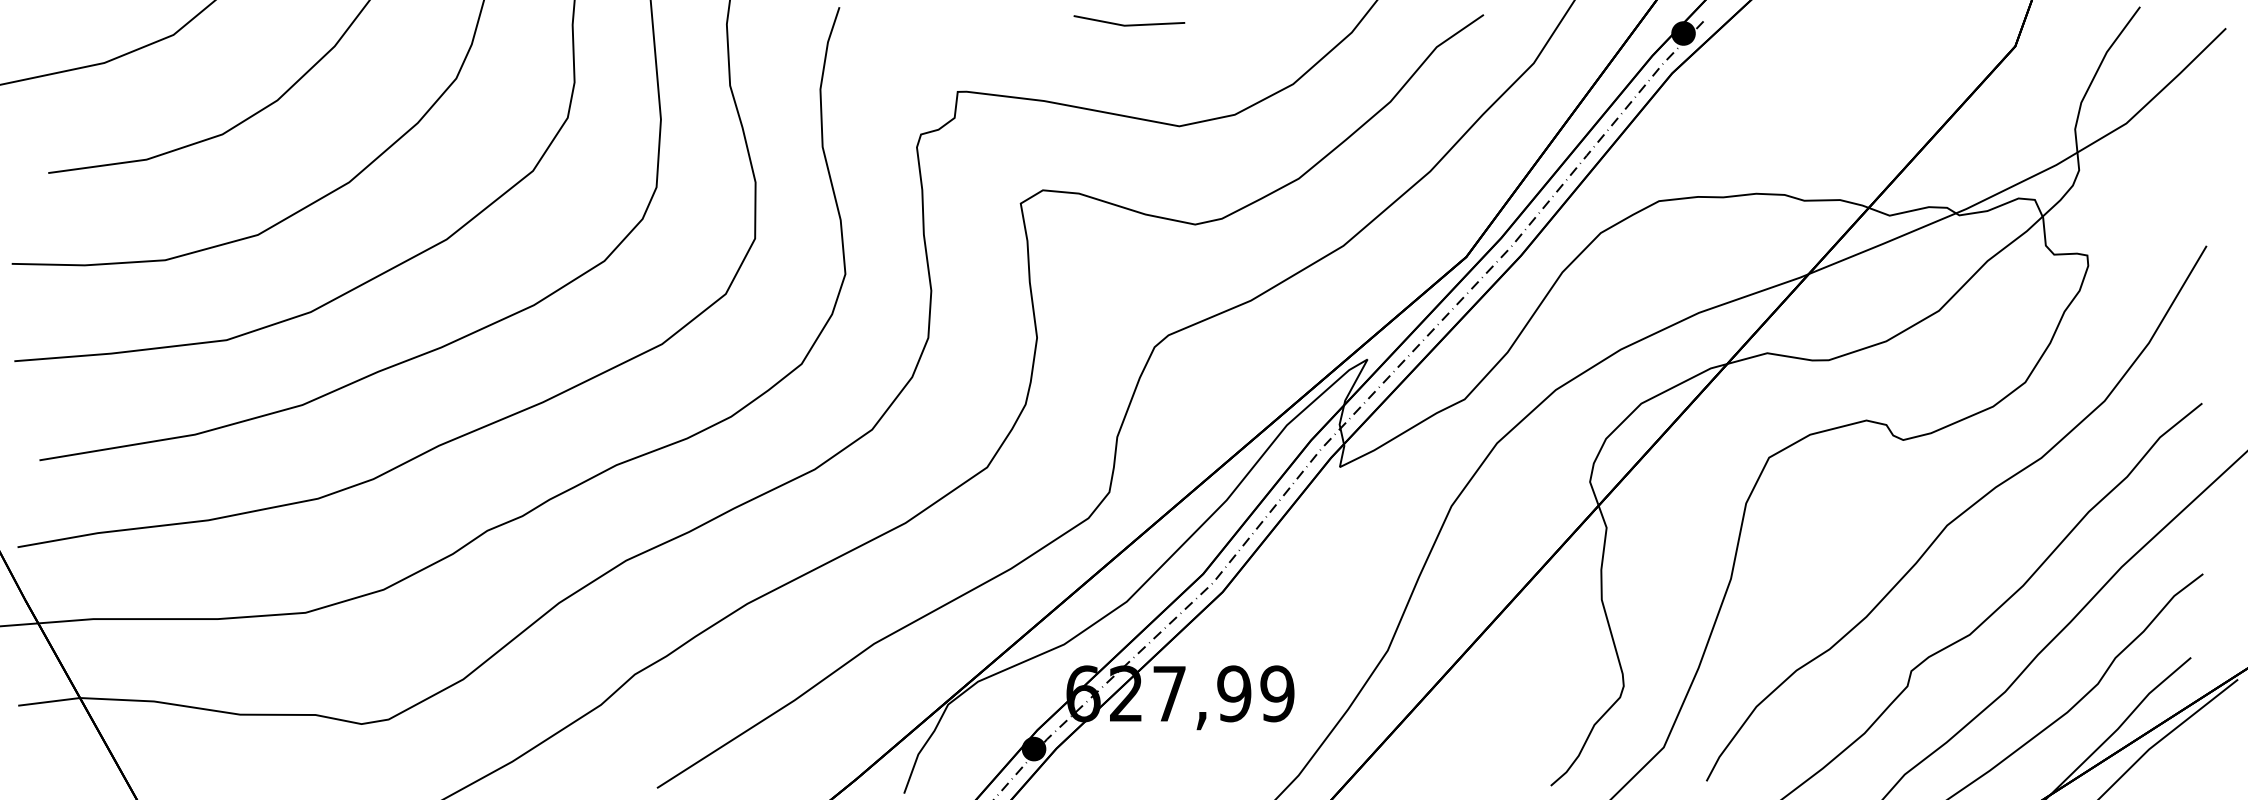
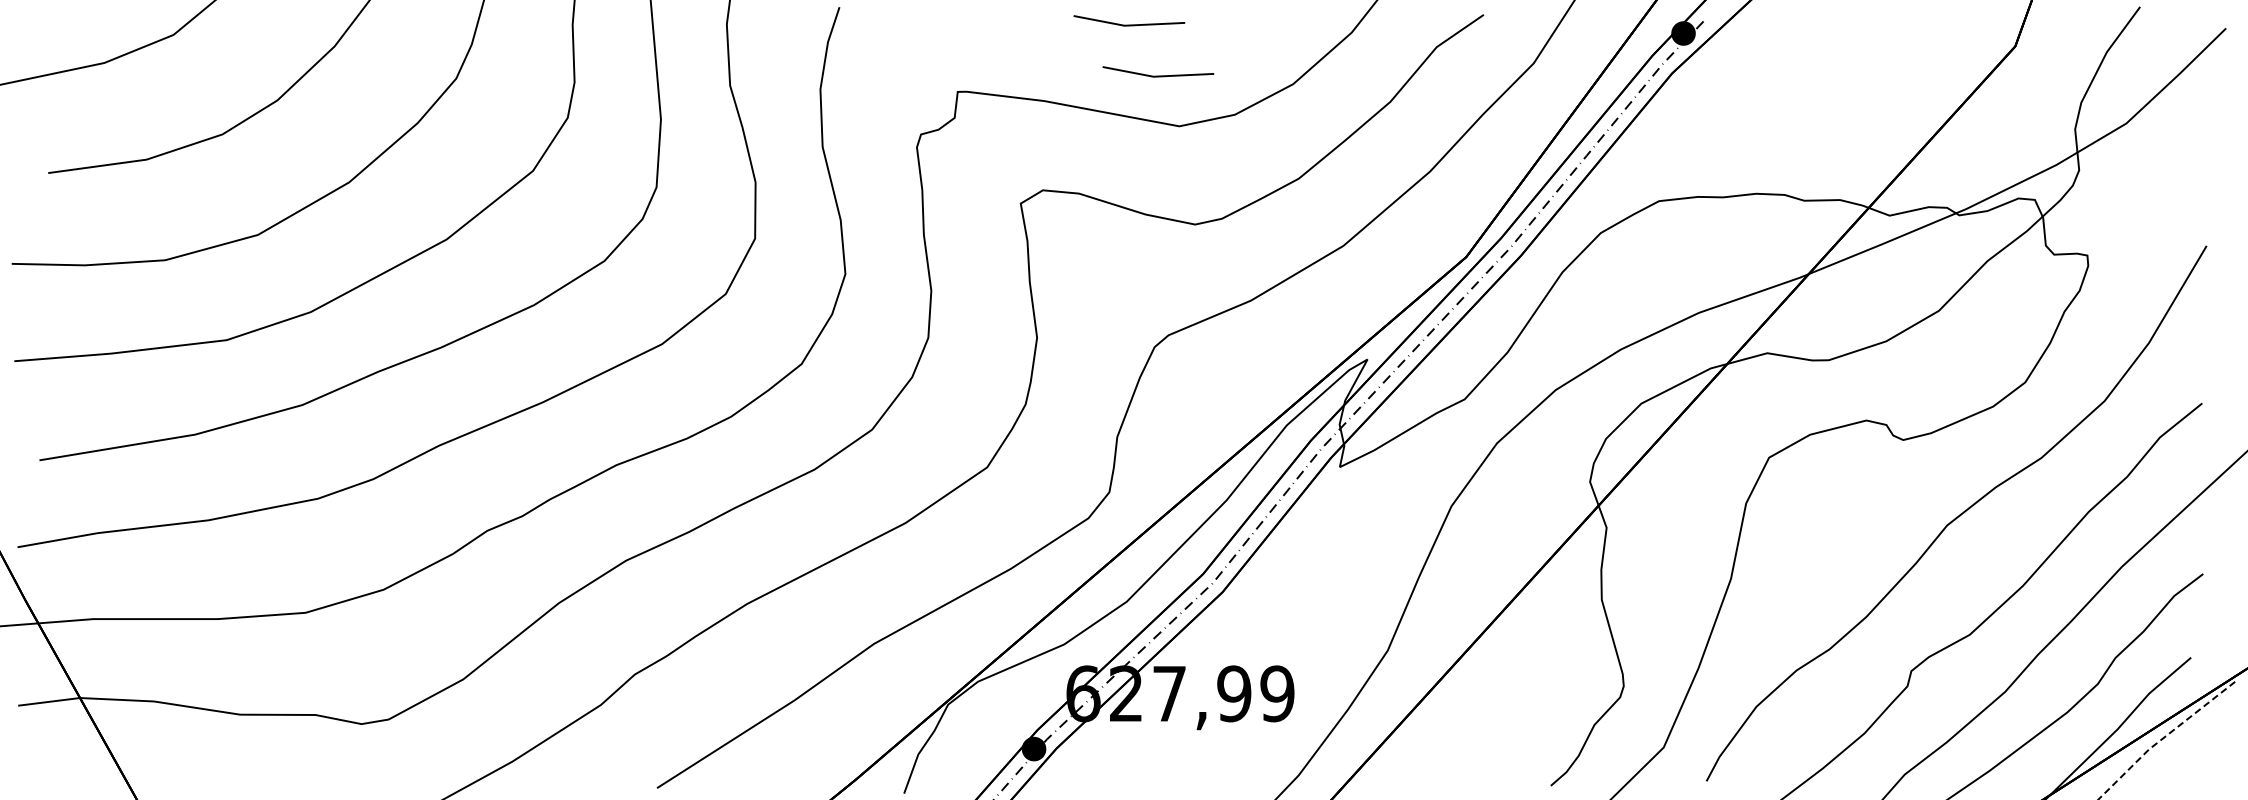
line at (1158, 75): none -> present
line at (2165, 736): solid -> dashed
